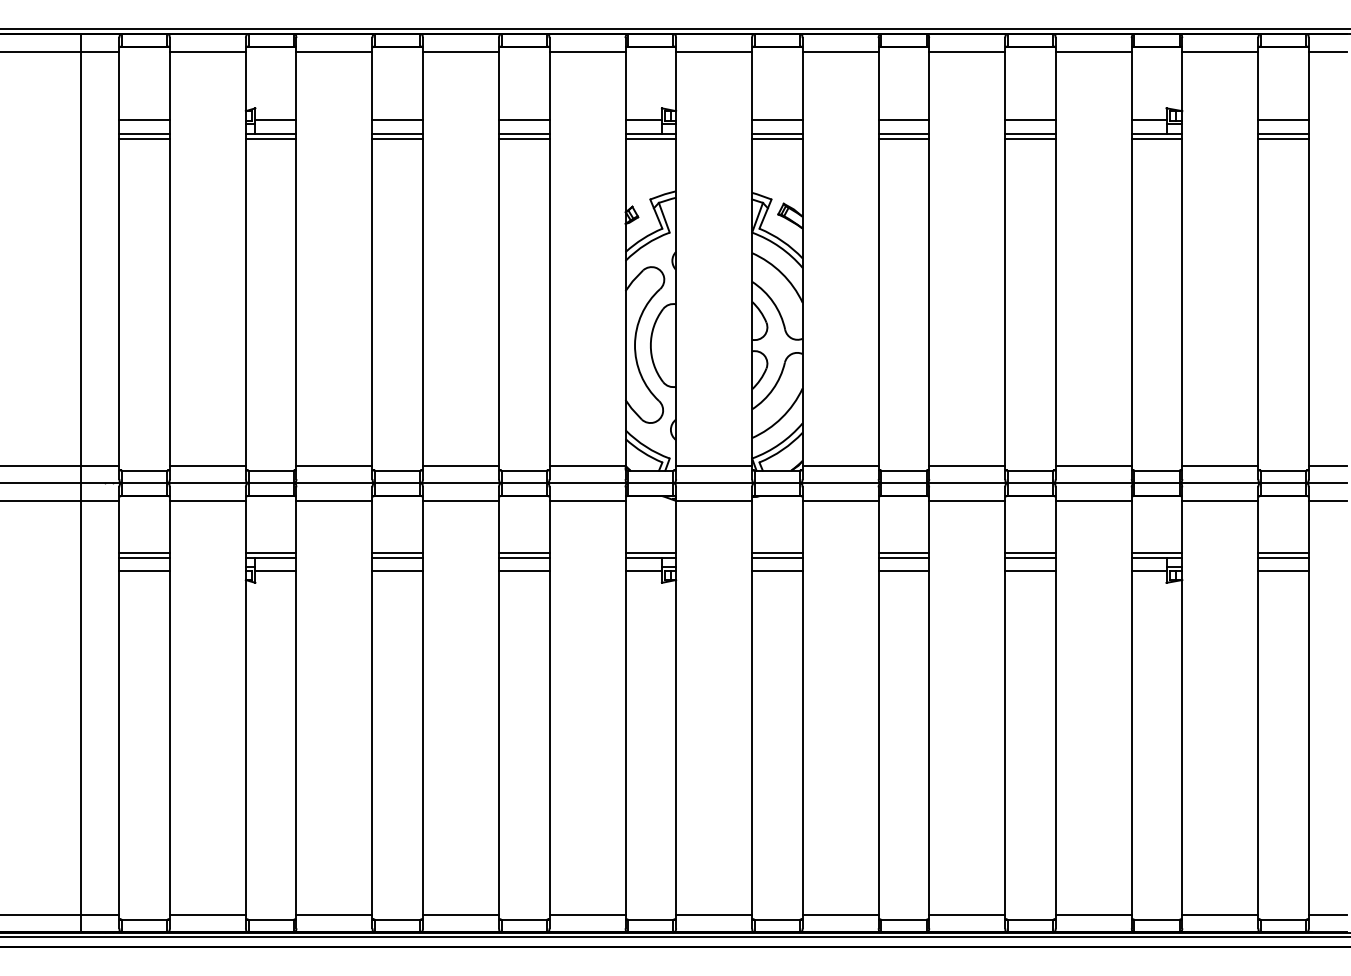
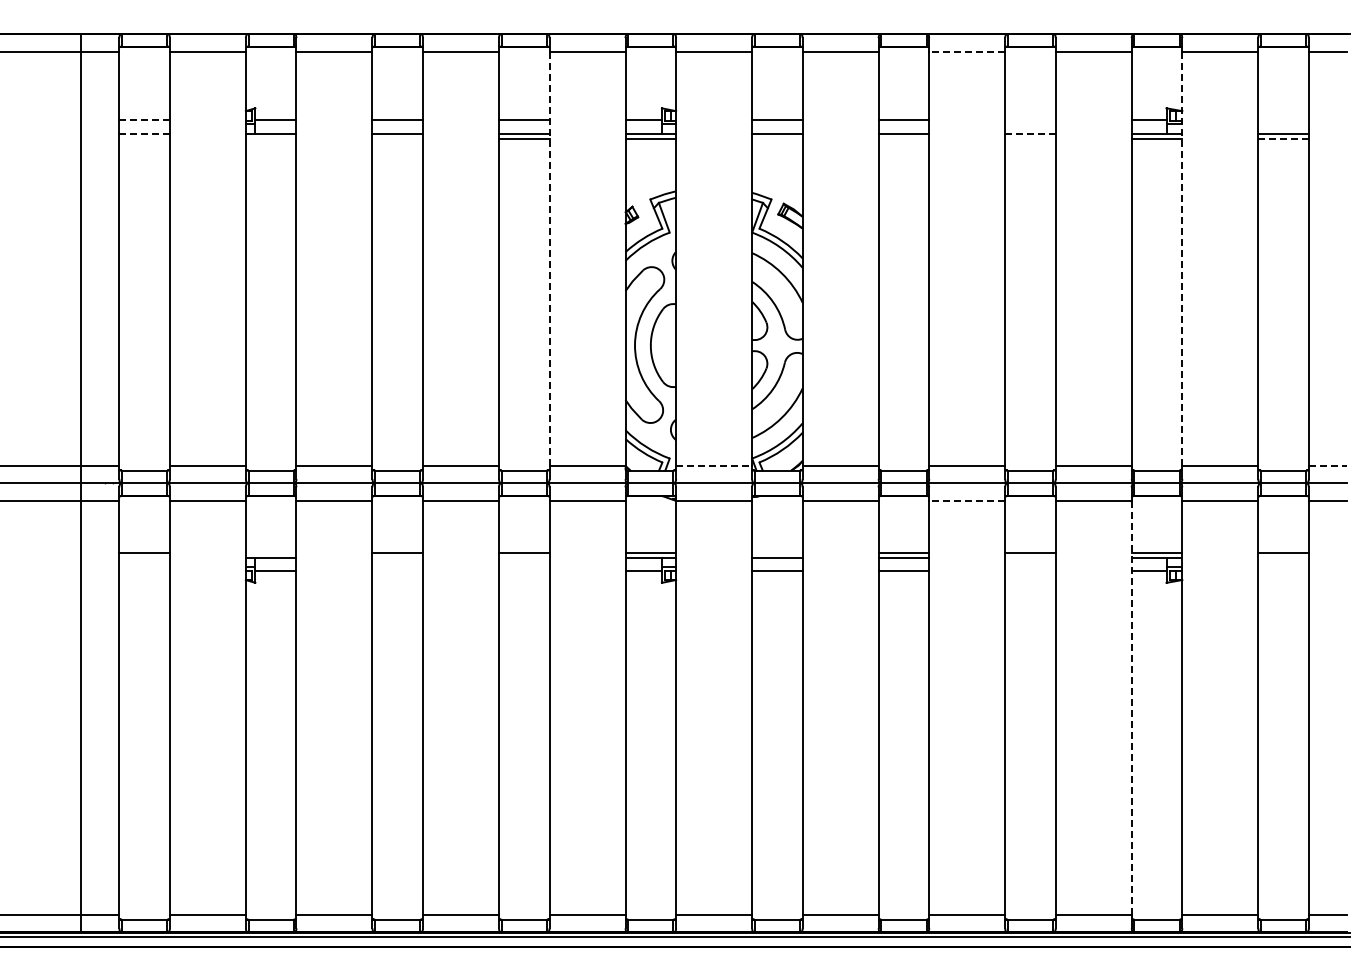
line at (674, 29): present -> none
line at (967, 51): solid -> dashed
line at (144, 120): solid -> dashed
line at (1030, 120): present -> none
line at (1283, 120): present -> none
line at (144, 133): solid -> dashed
line at (1029, 133): solid -> dashed
line at (144, 138): present -> none
line at (270, 138): present -> none
line at (397, 138): present -> none
line at (777, 138): present -> none
line at (903, 138): present -> none
line at (1030, 138): present -> none
line at (1283, 138): solid -> dashed
line at (549, 258): solid -> dashed
line at (1182, 258): solid -> dashed
line at (714, 465): solid -> dashed
line at (1327, 465): solid -> dashed
line at (967, 500): solid -> dashed
line at (270, 552): present -> none
line at (777, 552): present -> none
line at (144, 557): present -> none
line at (397, 557): present -> none
line at (523, 557): present -> none
line at (1030, 557): present -> none
line at (1283, 557): present -> none
line at (144, 570): present -> none
line at (397, 570): present -> none
line at (523, 570): present -> none
line at (1030, 570): present -> none
line at (1283, 570): present -> none
line at (1131, 707): solid -> dashed
